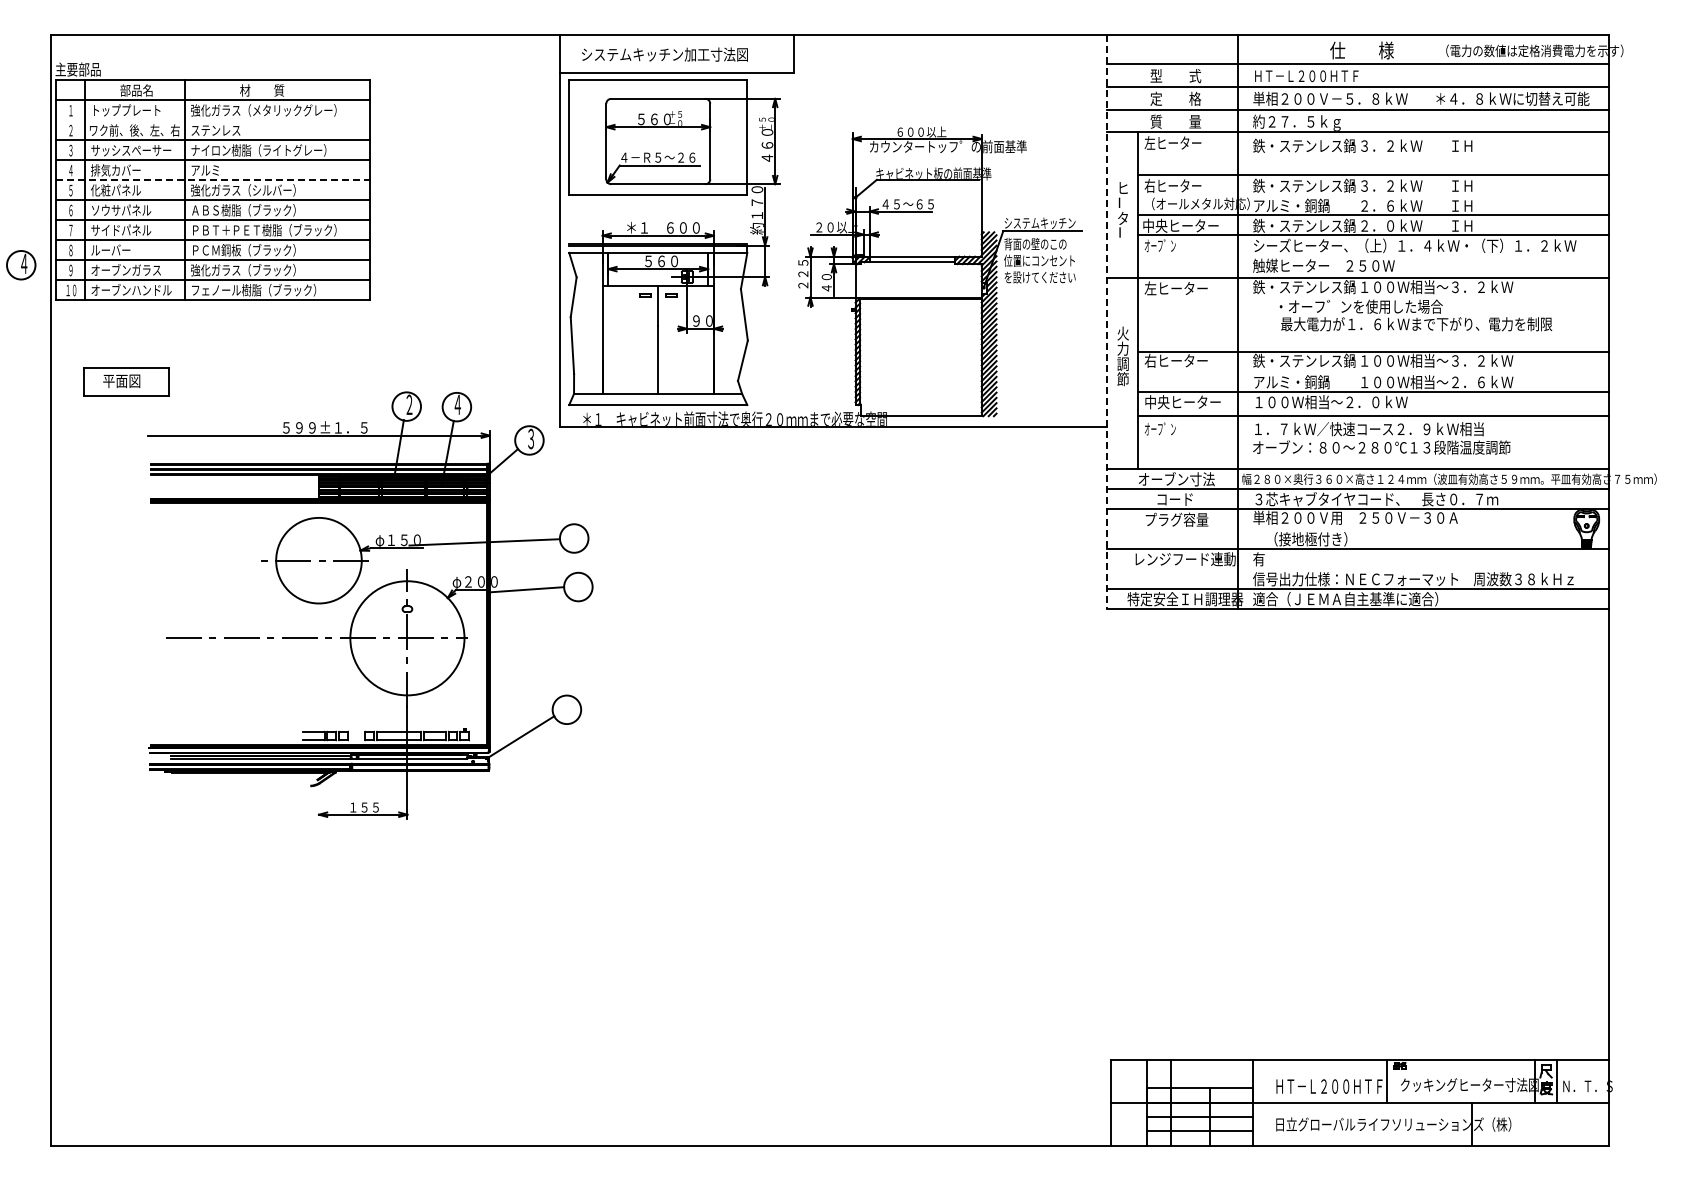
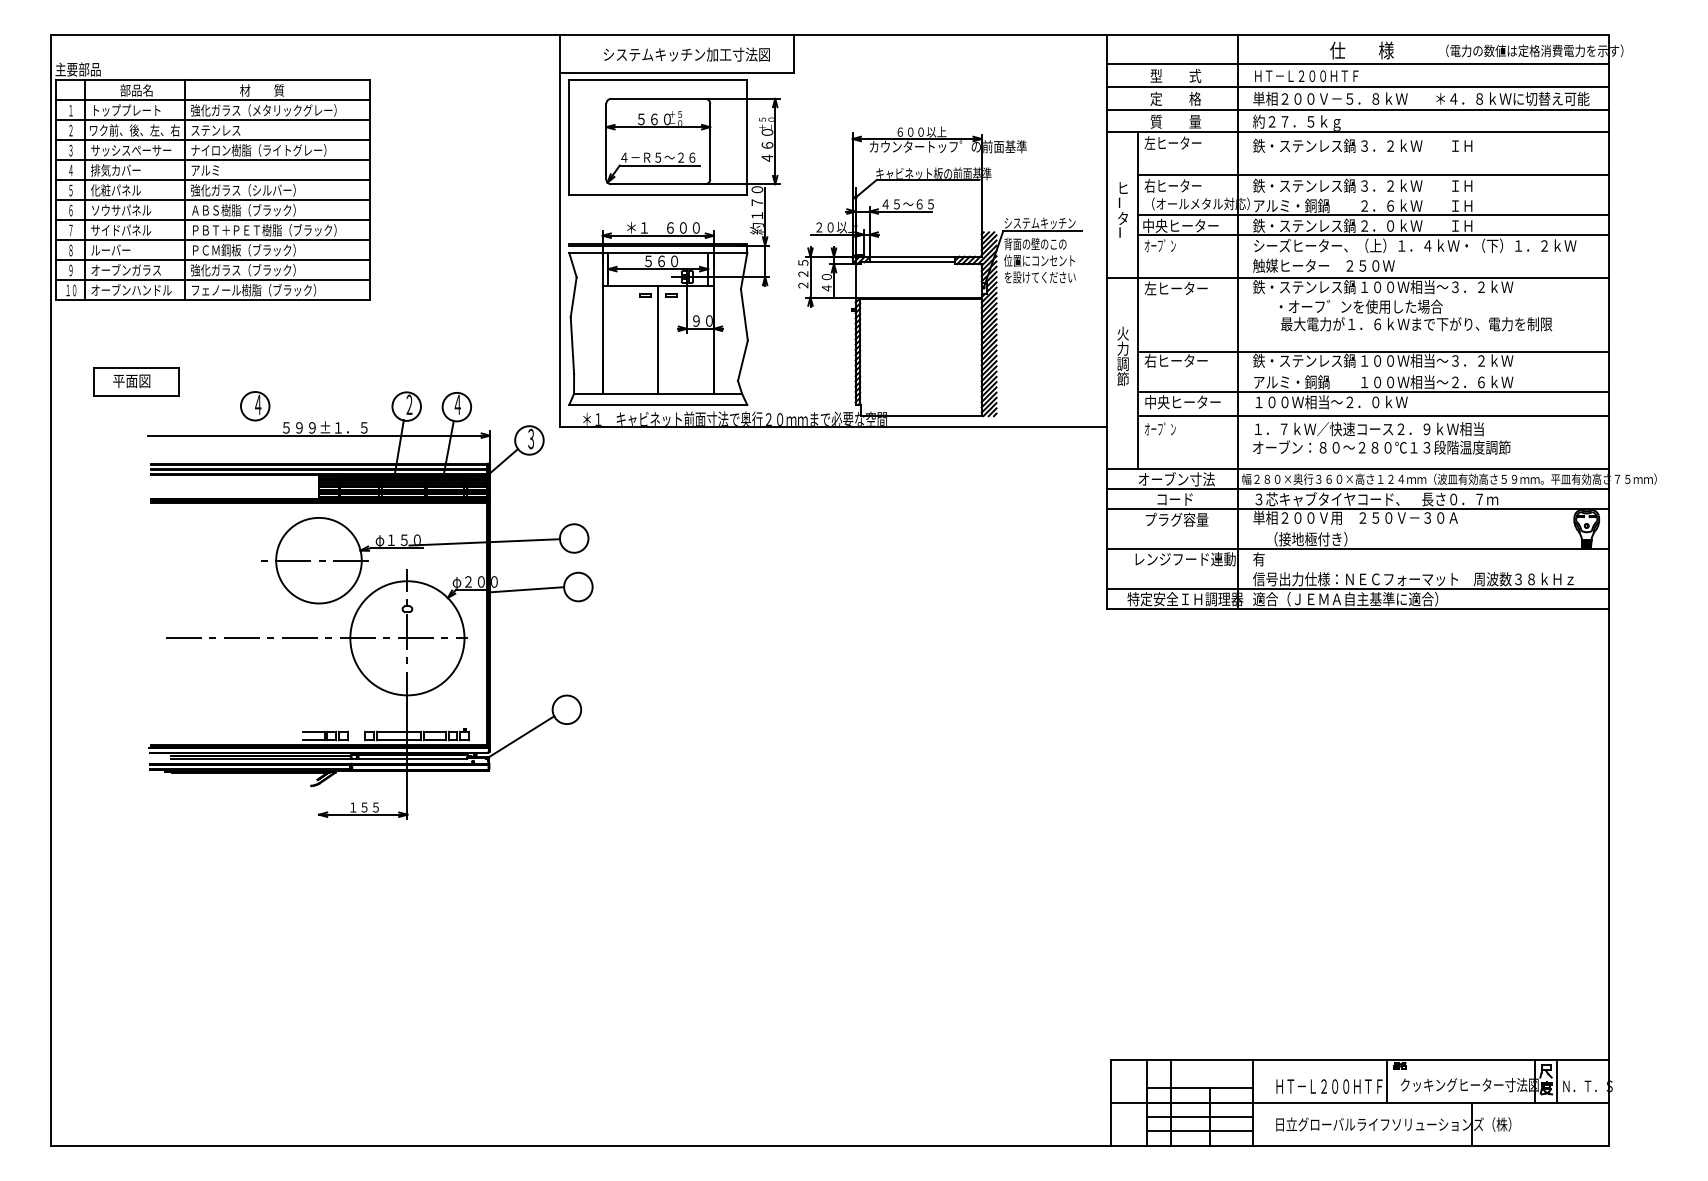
text at (664, 54) position: (664, 54) -> (686, 54)
line at (213, 119): none -> present
line at (213, 179): dashed -> solid
part at (21, 265) position: (21, 265) -> (255, 406)
line at (1107, 322): dashed -> solid
part at (126, 381) position: (126, 381) -> (136, 381)
